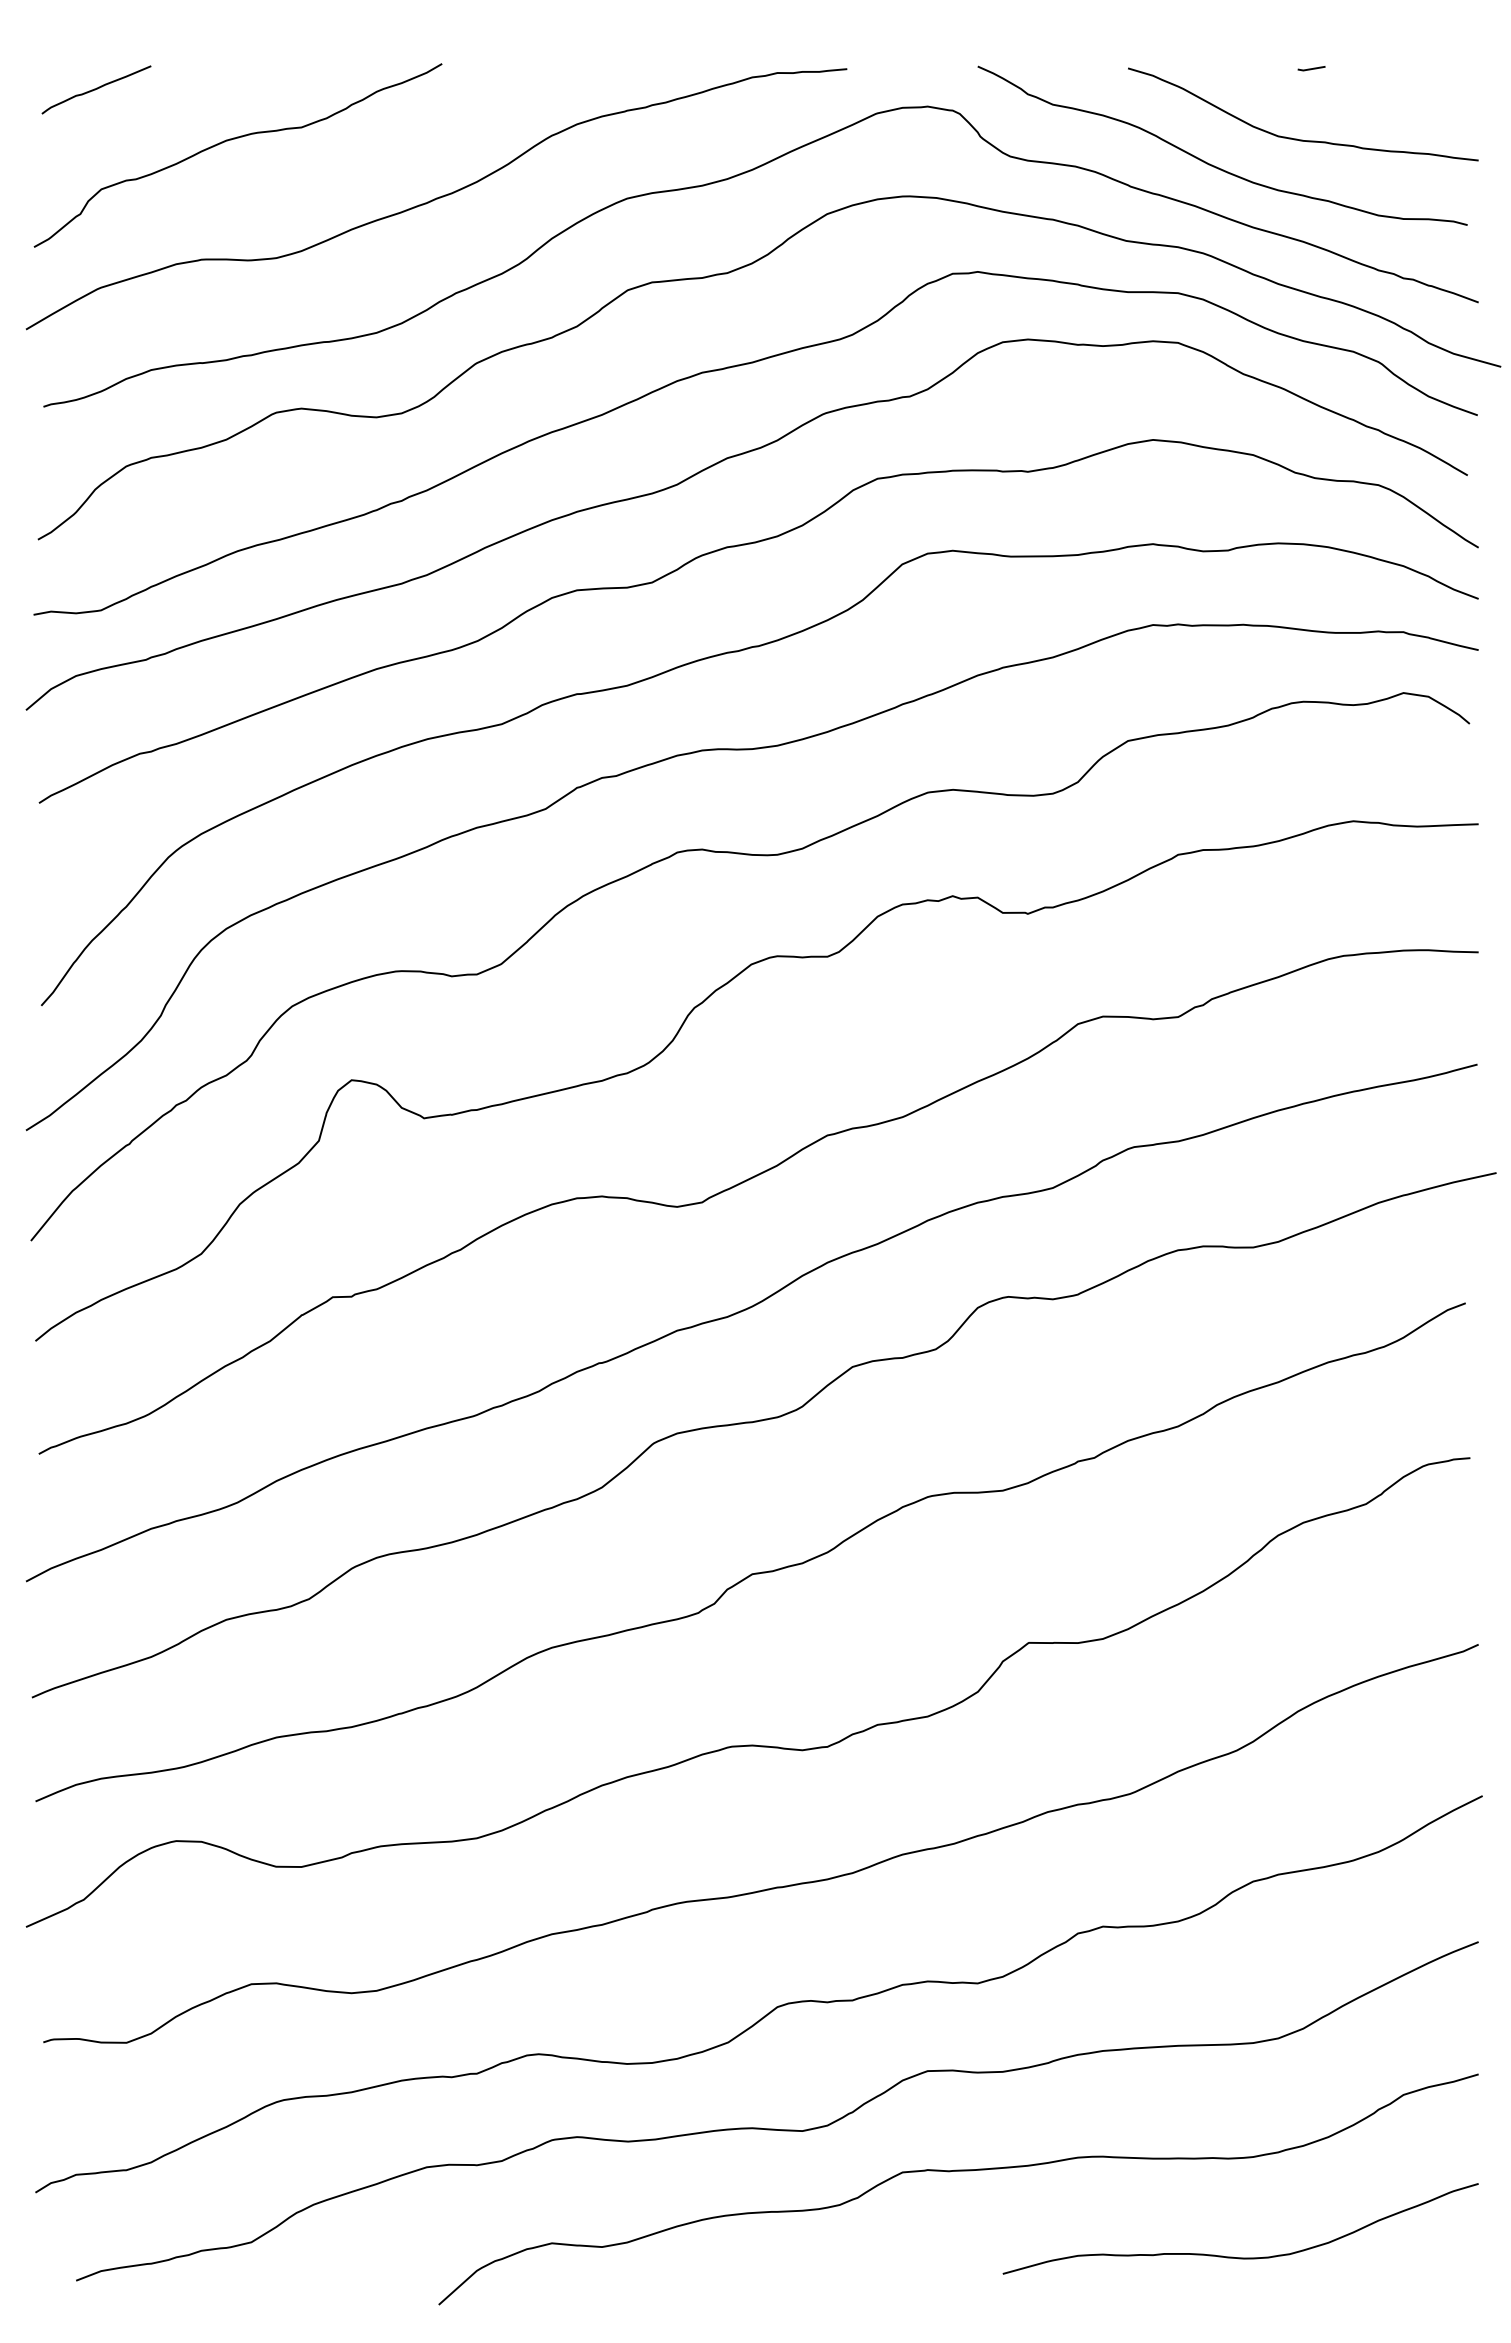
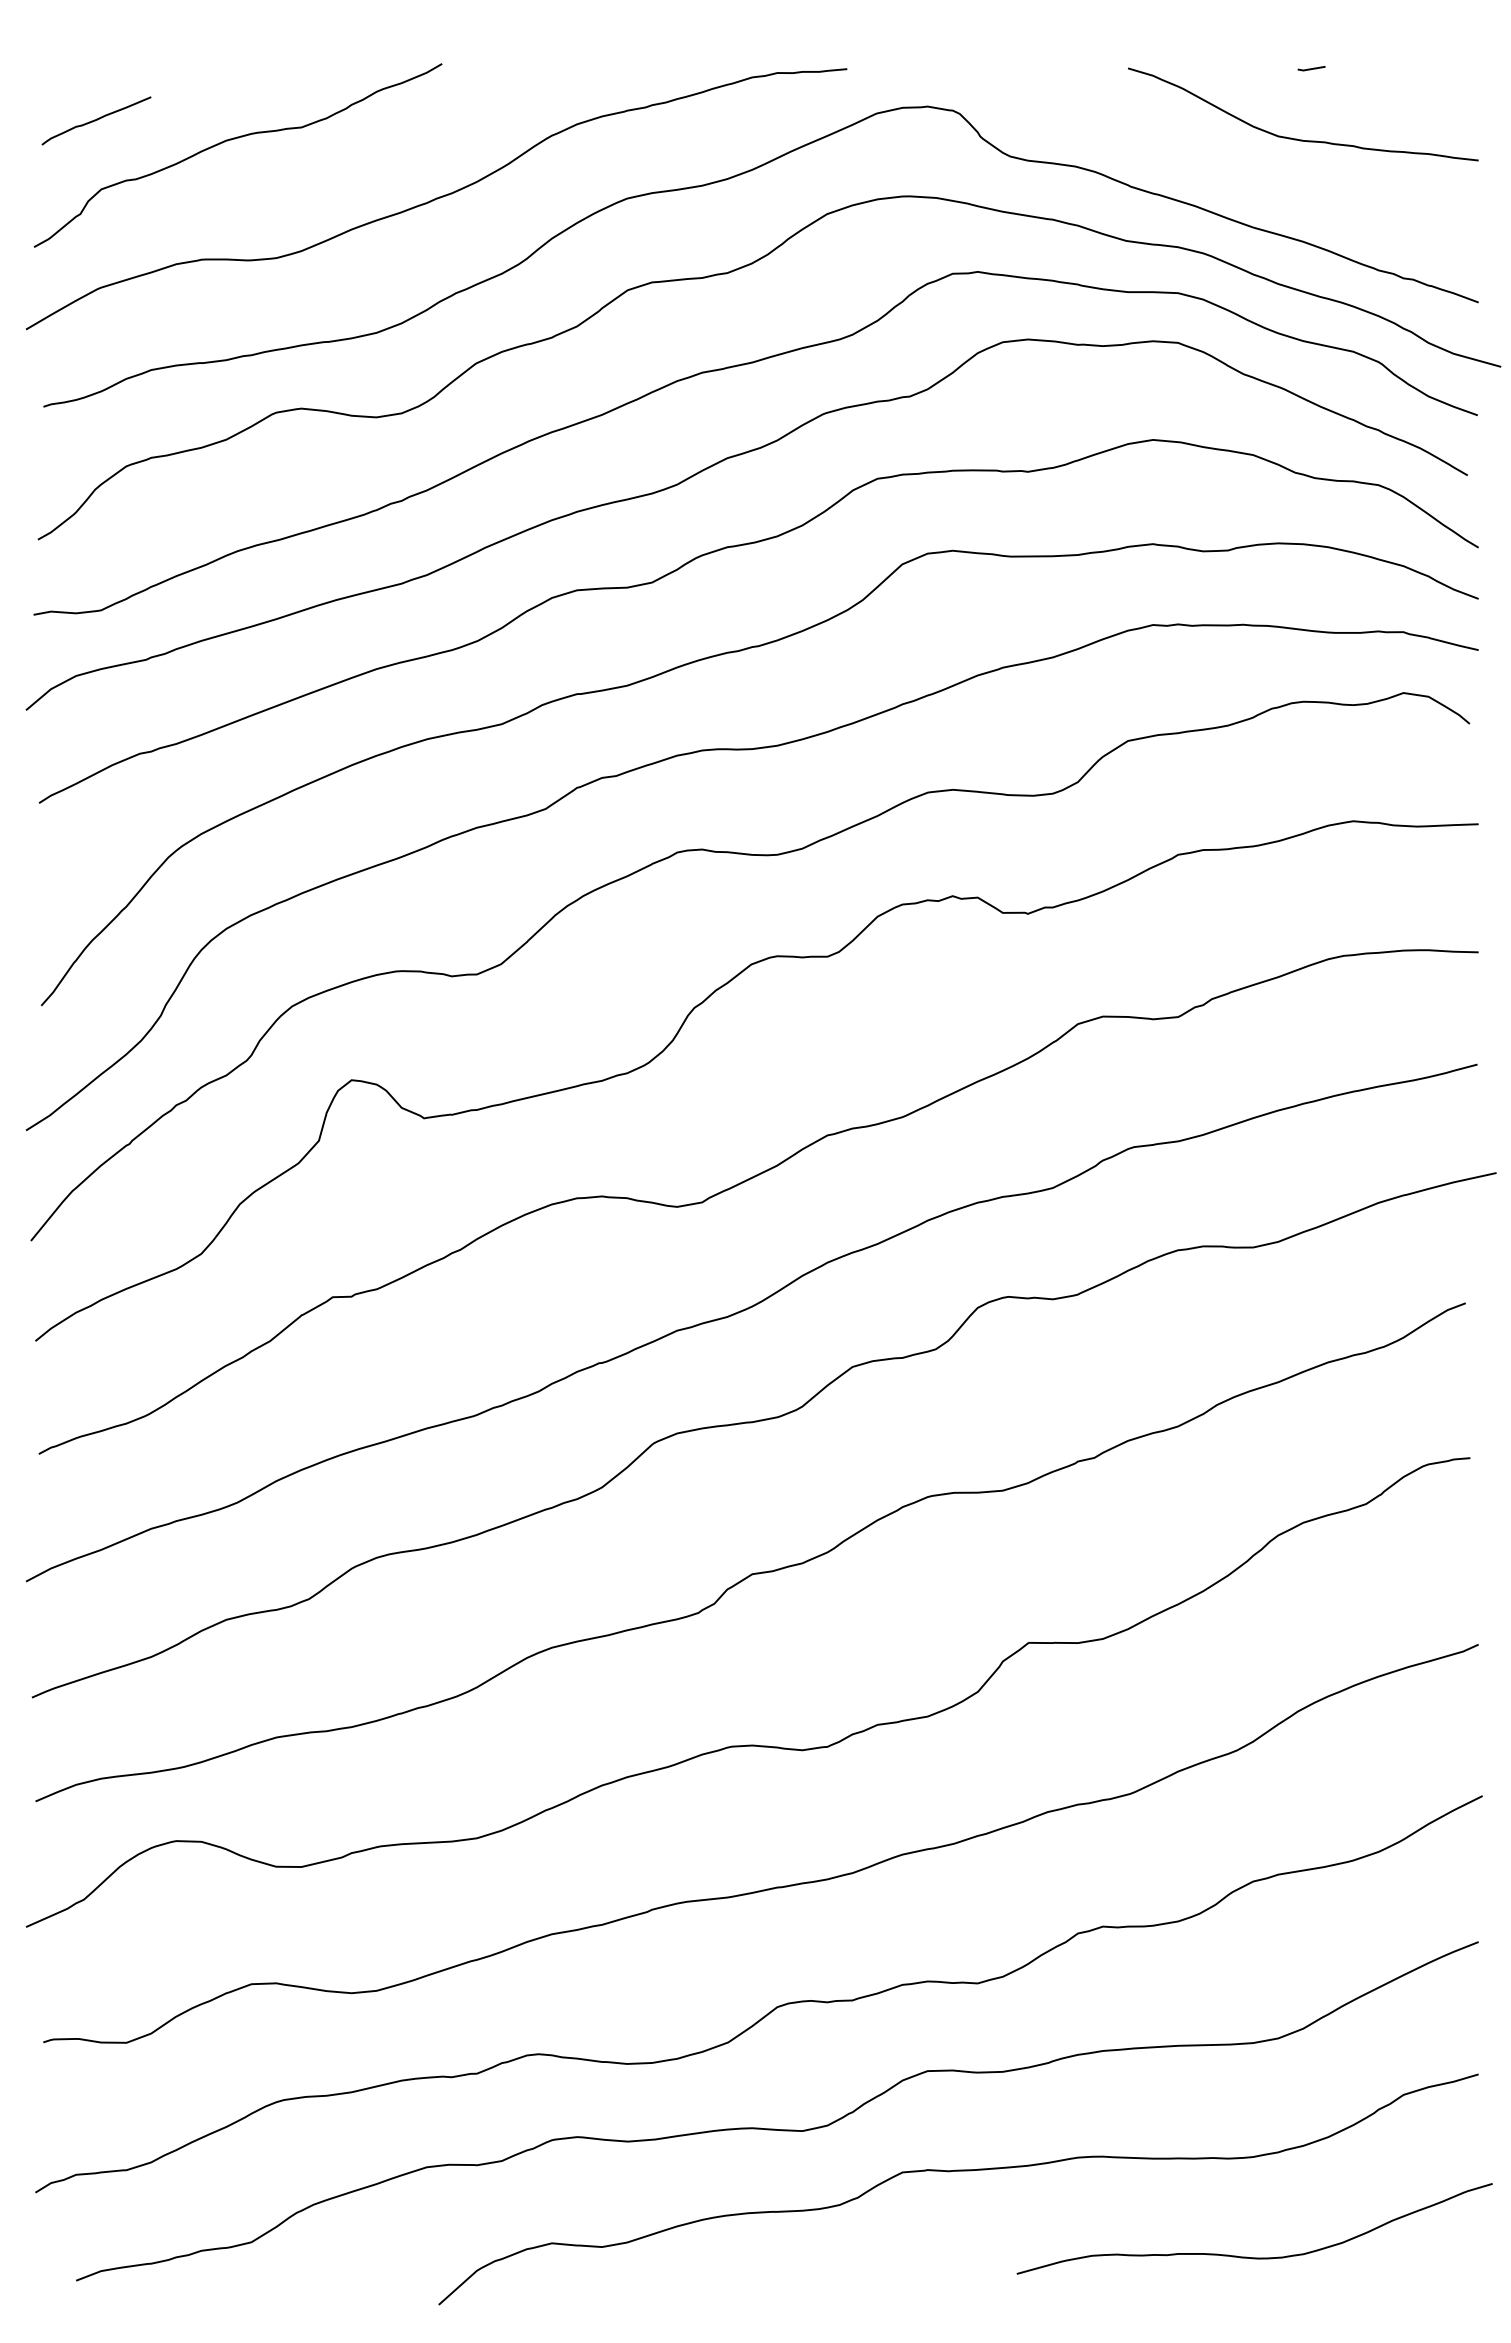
curve at (96, 89) position: (96, 89) -> (96, 120)
curve at (1212, 164): present -> none
curve at (1233, 2256) position: (1233, 2256) -> (1247, 2256)
